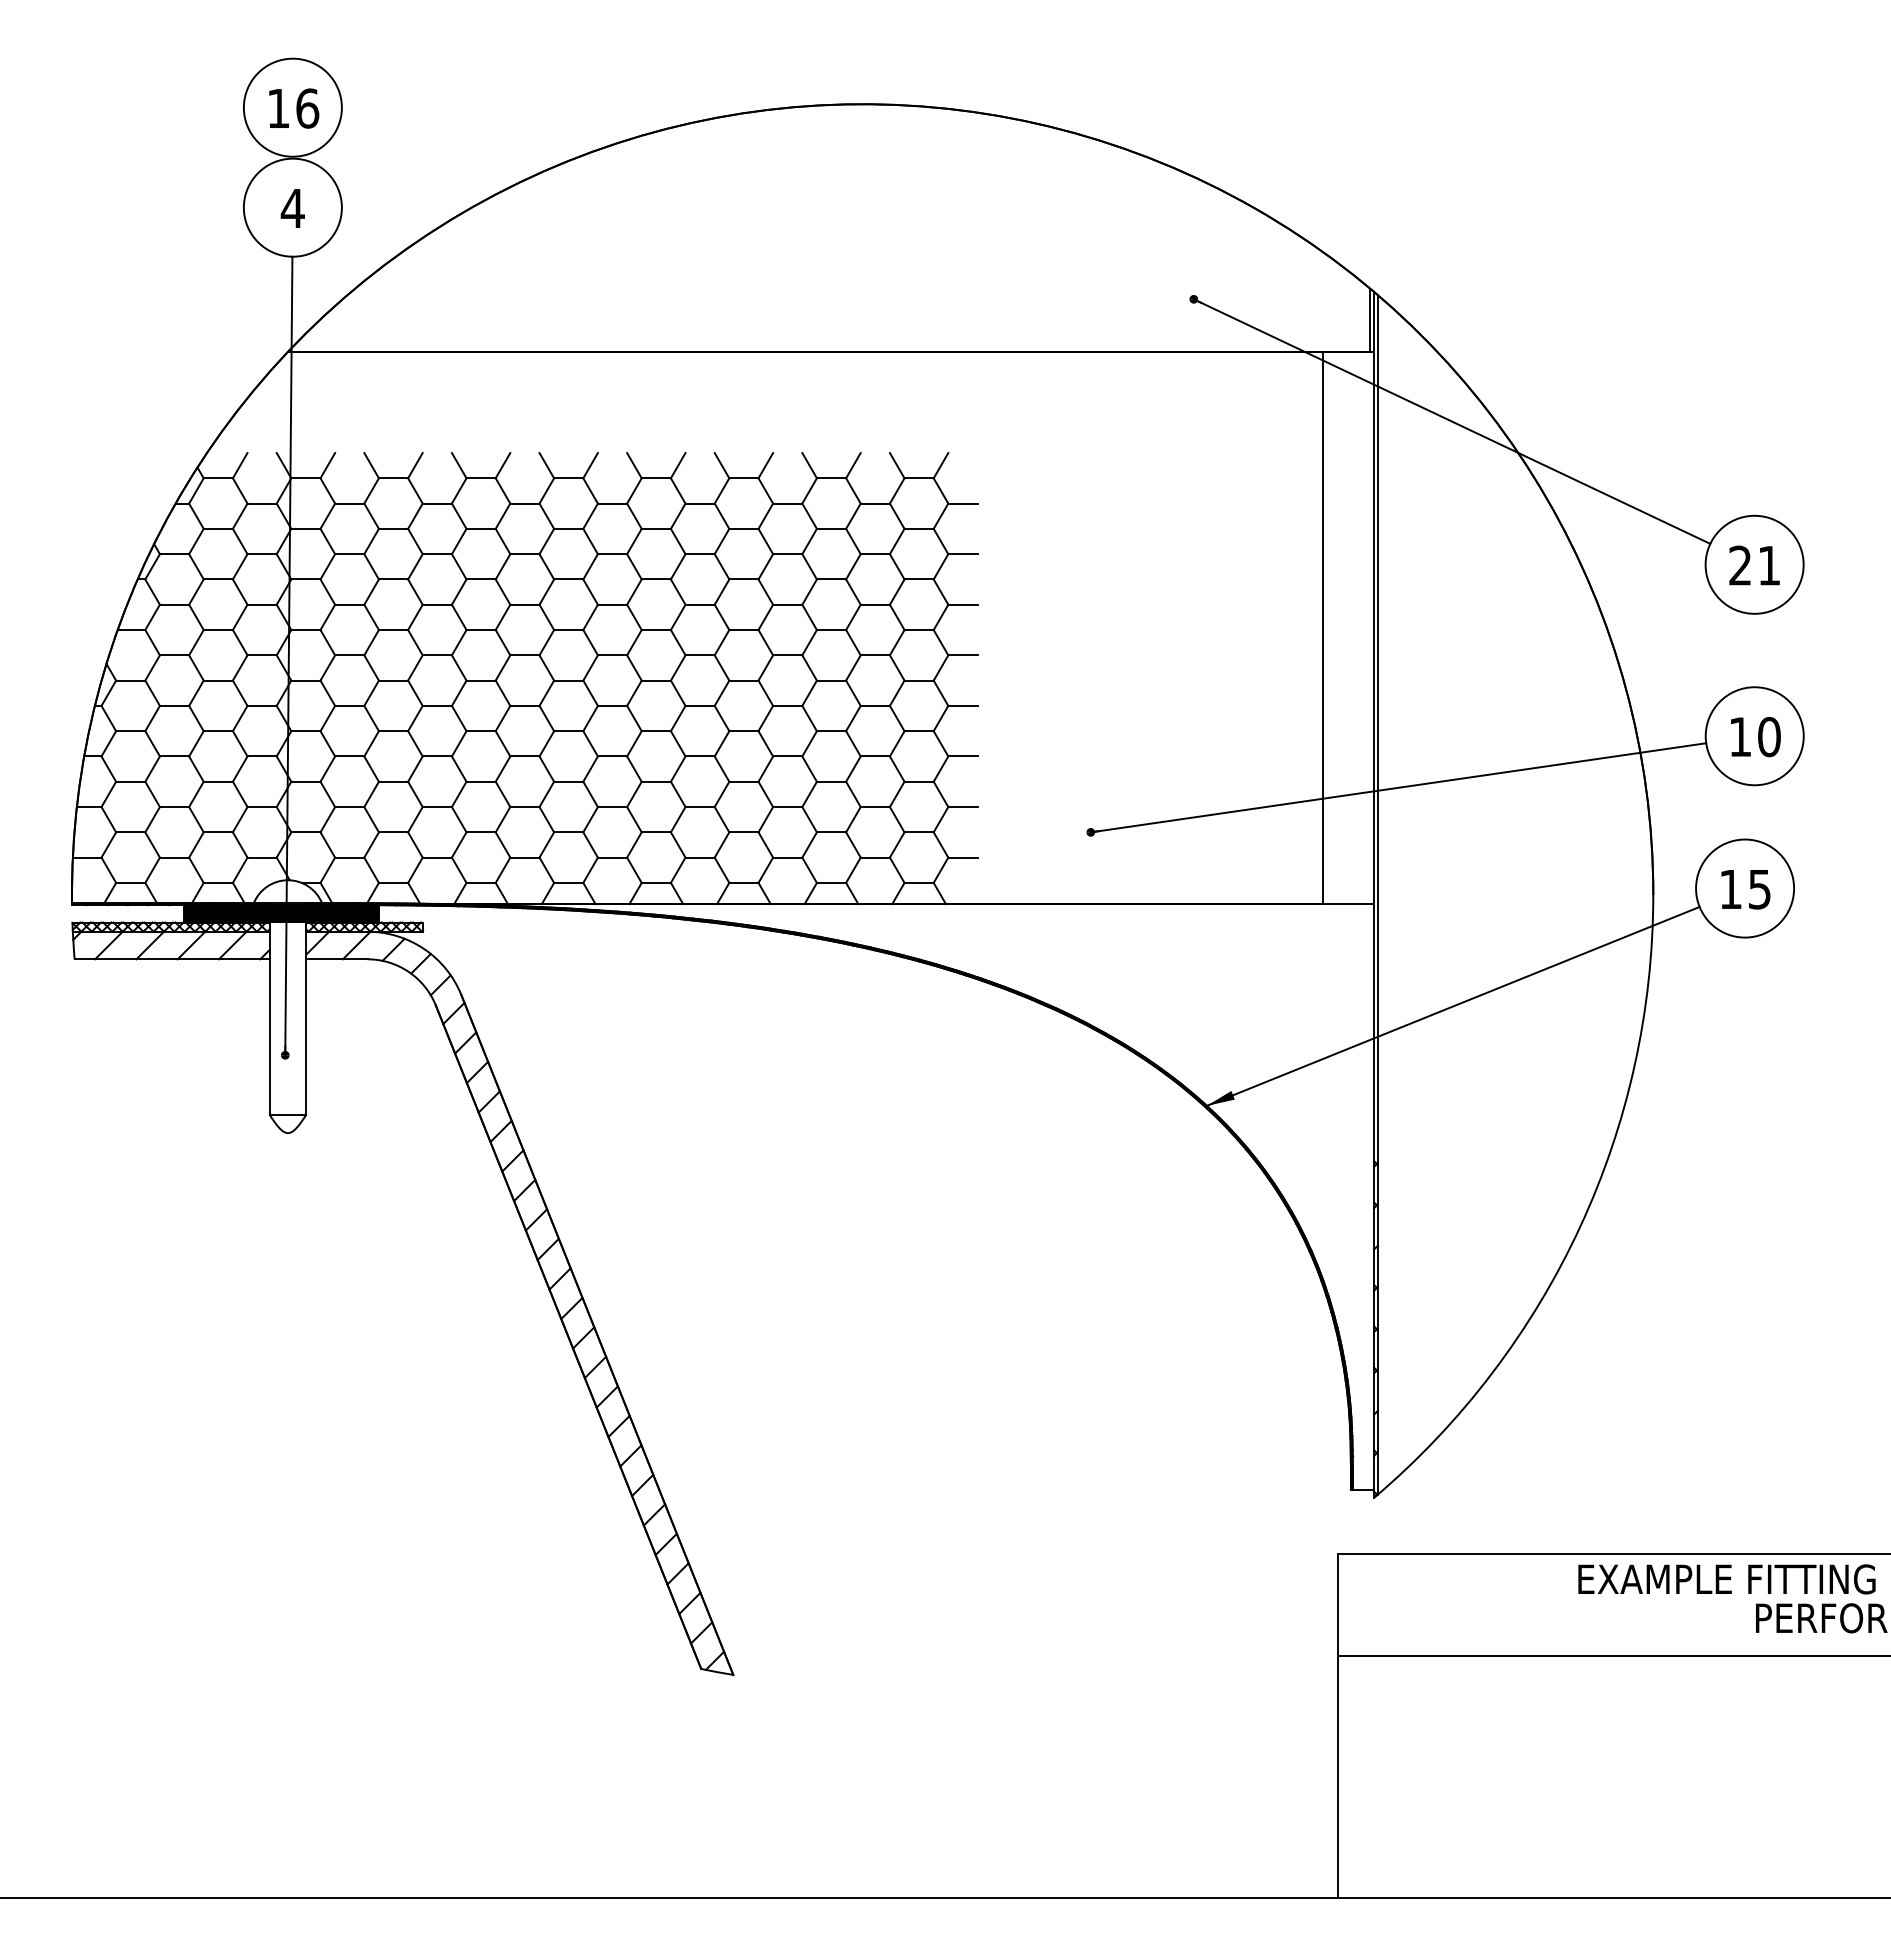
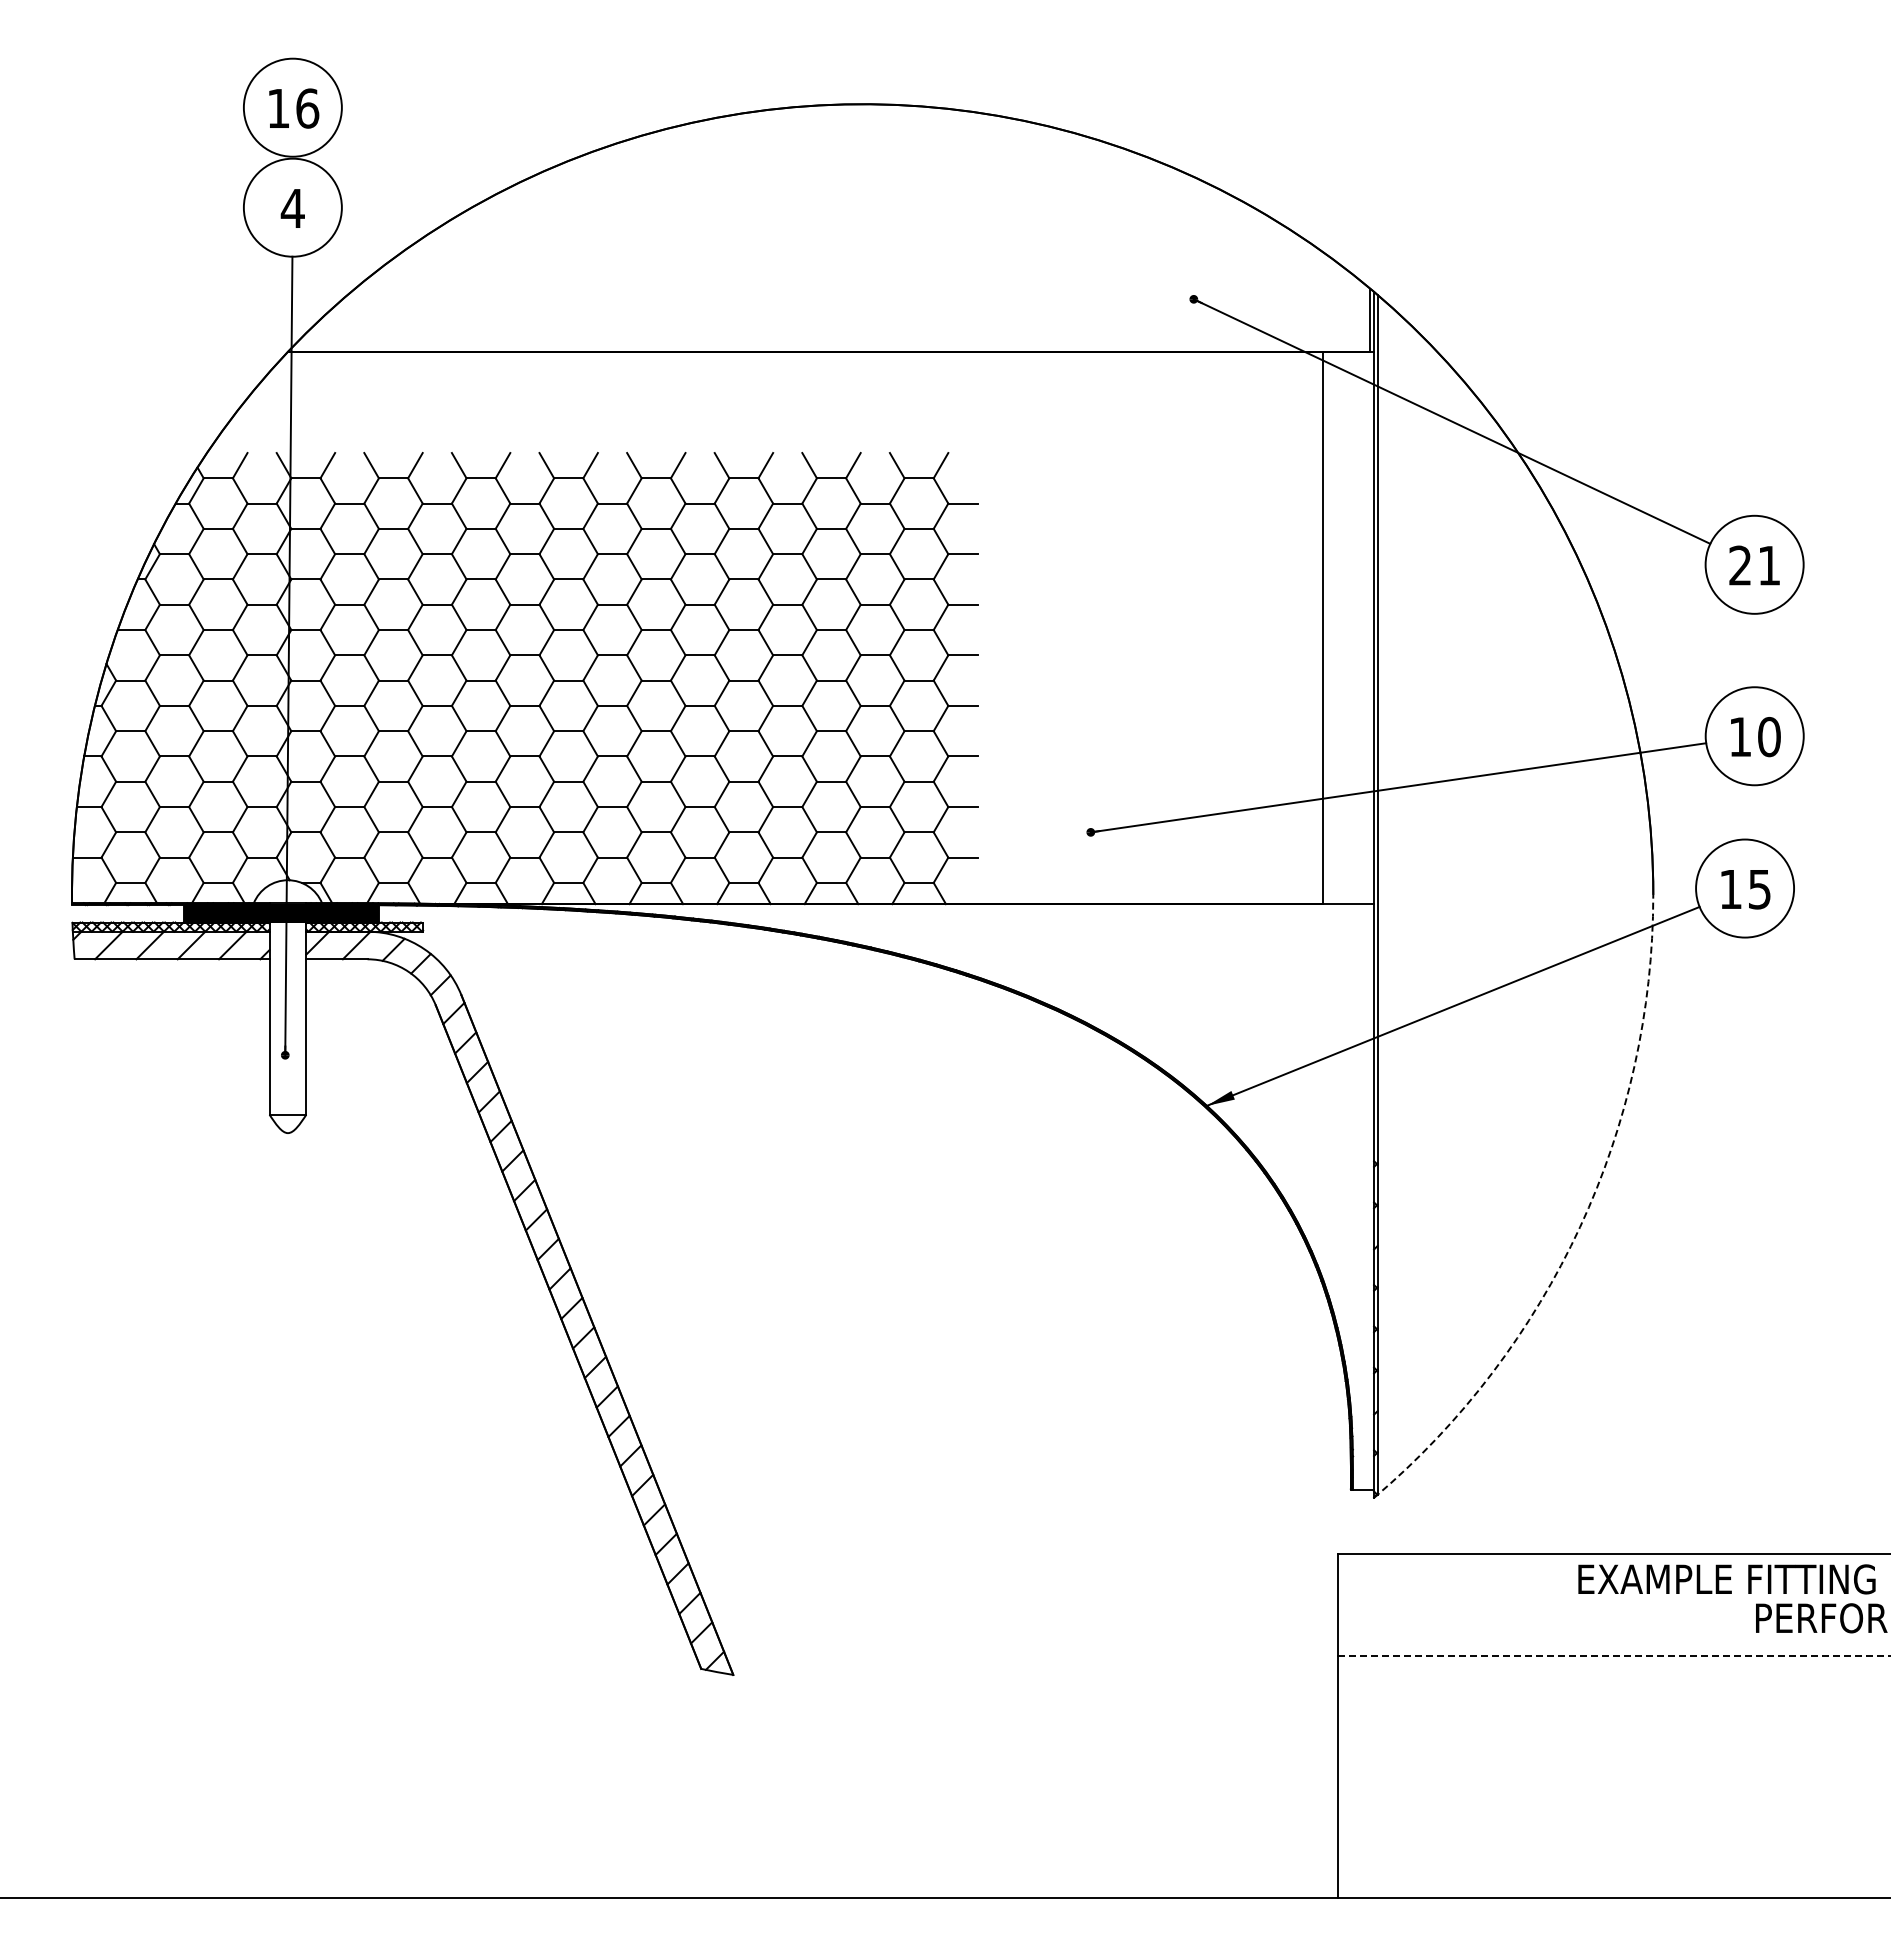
arc at (1580, 1227): solid -> dashed
line at (1615, 1656): solid -> dashed
